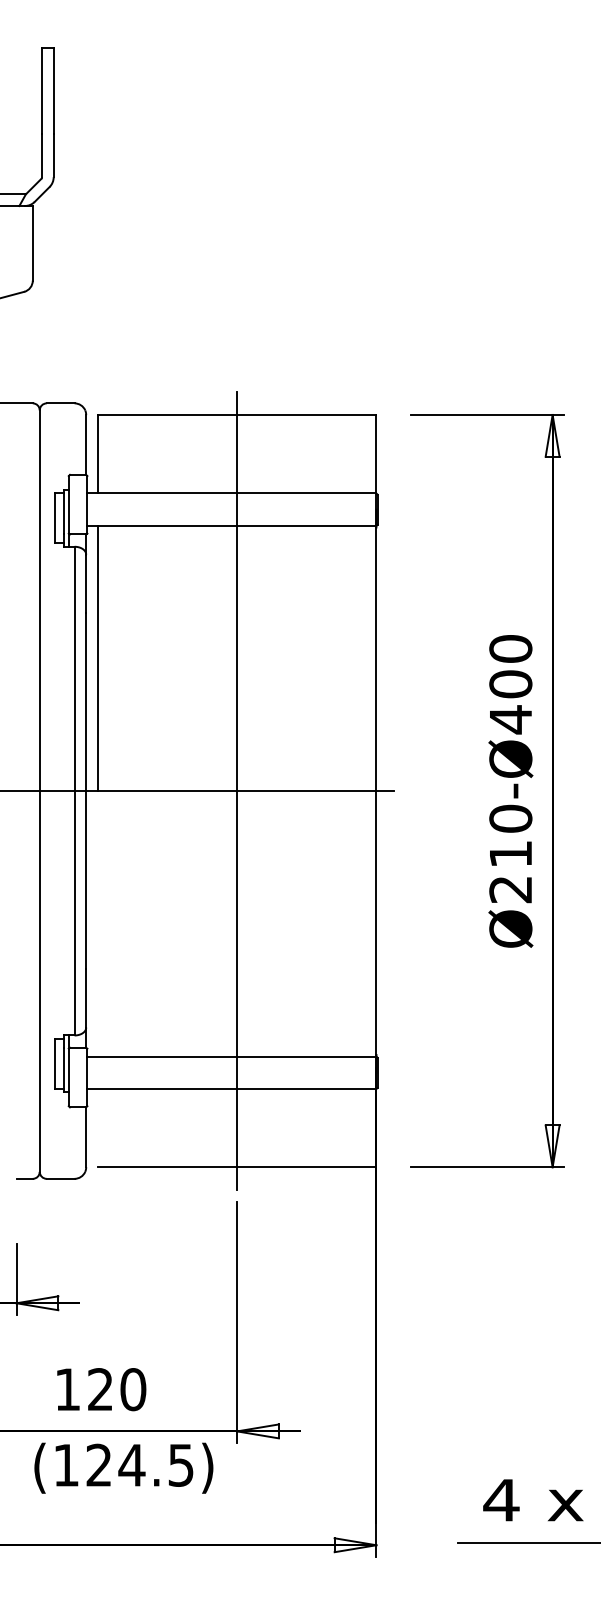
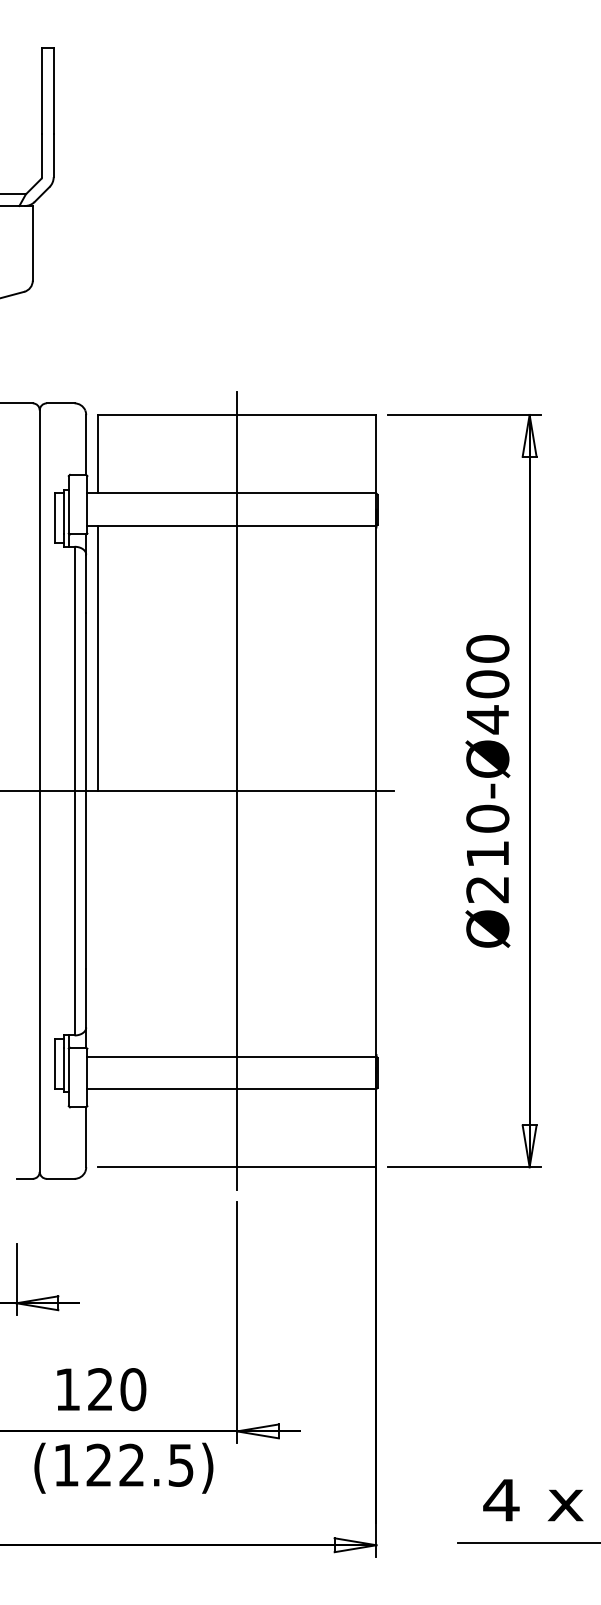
part at (496, 807) position: (496, 807) -> (473, 807)
text at (131, 1464): (124.5) -> (122.5)
